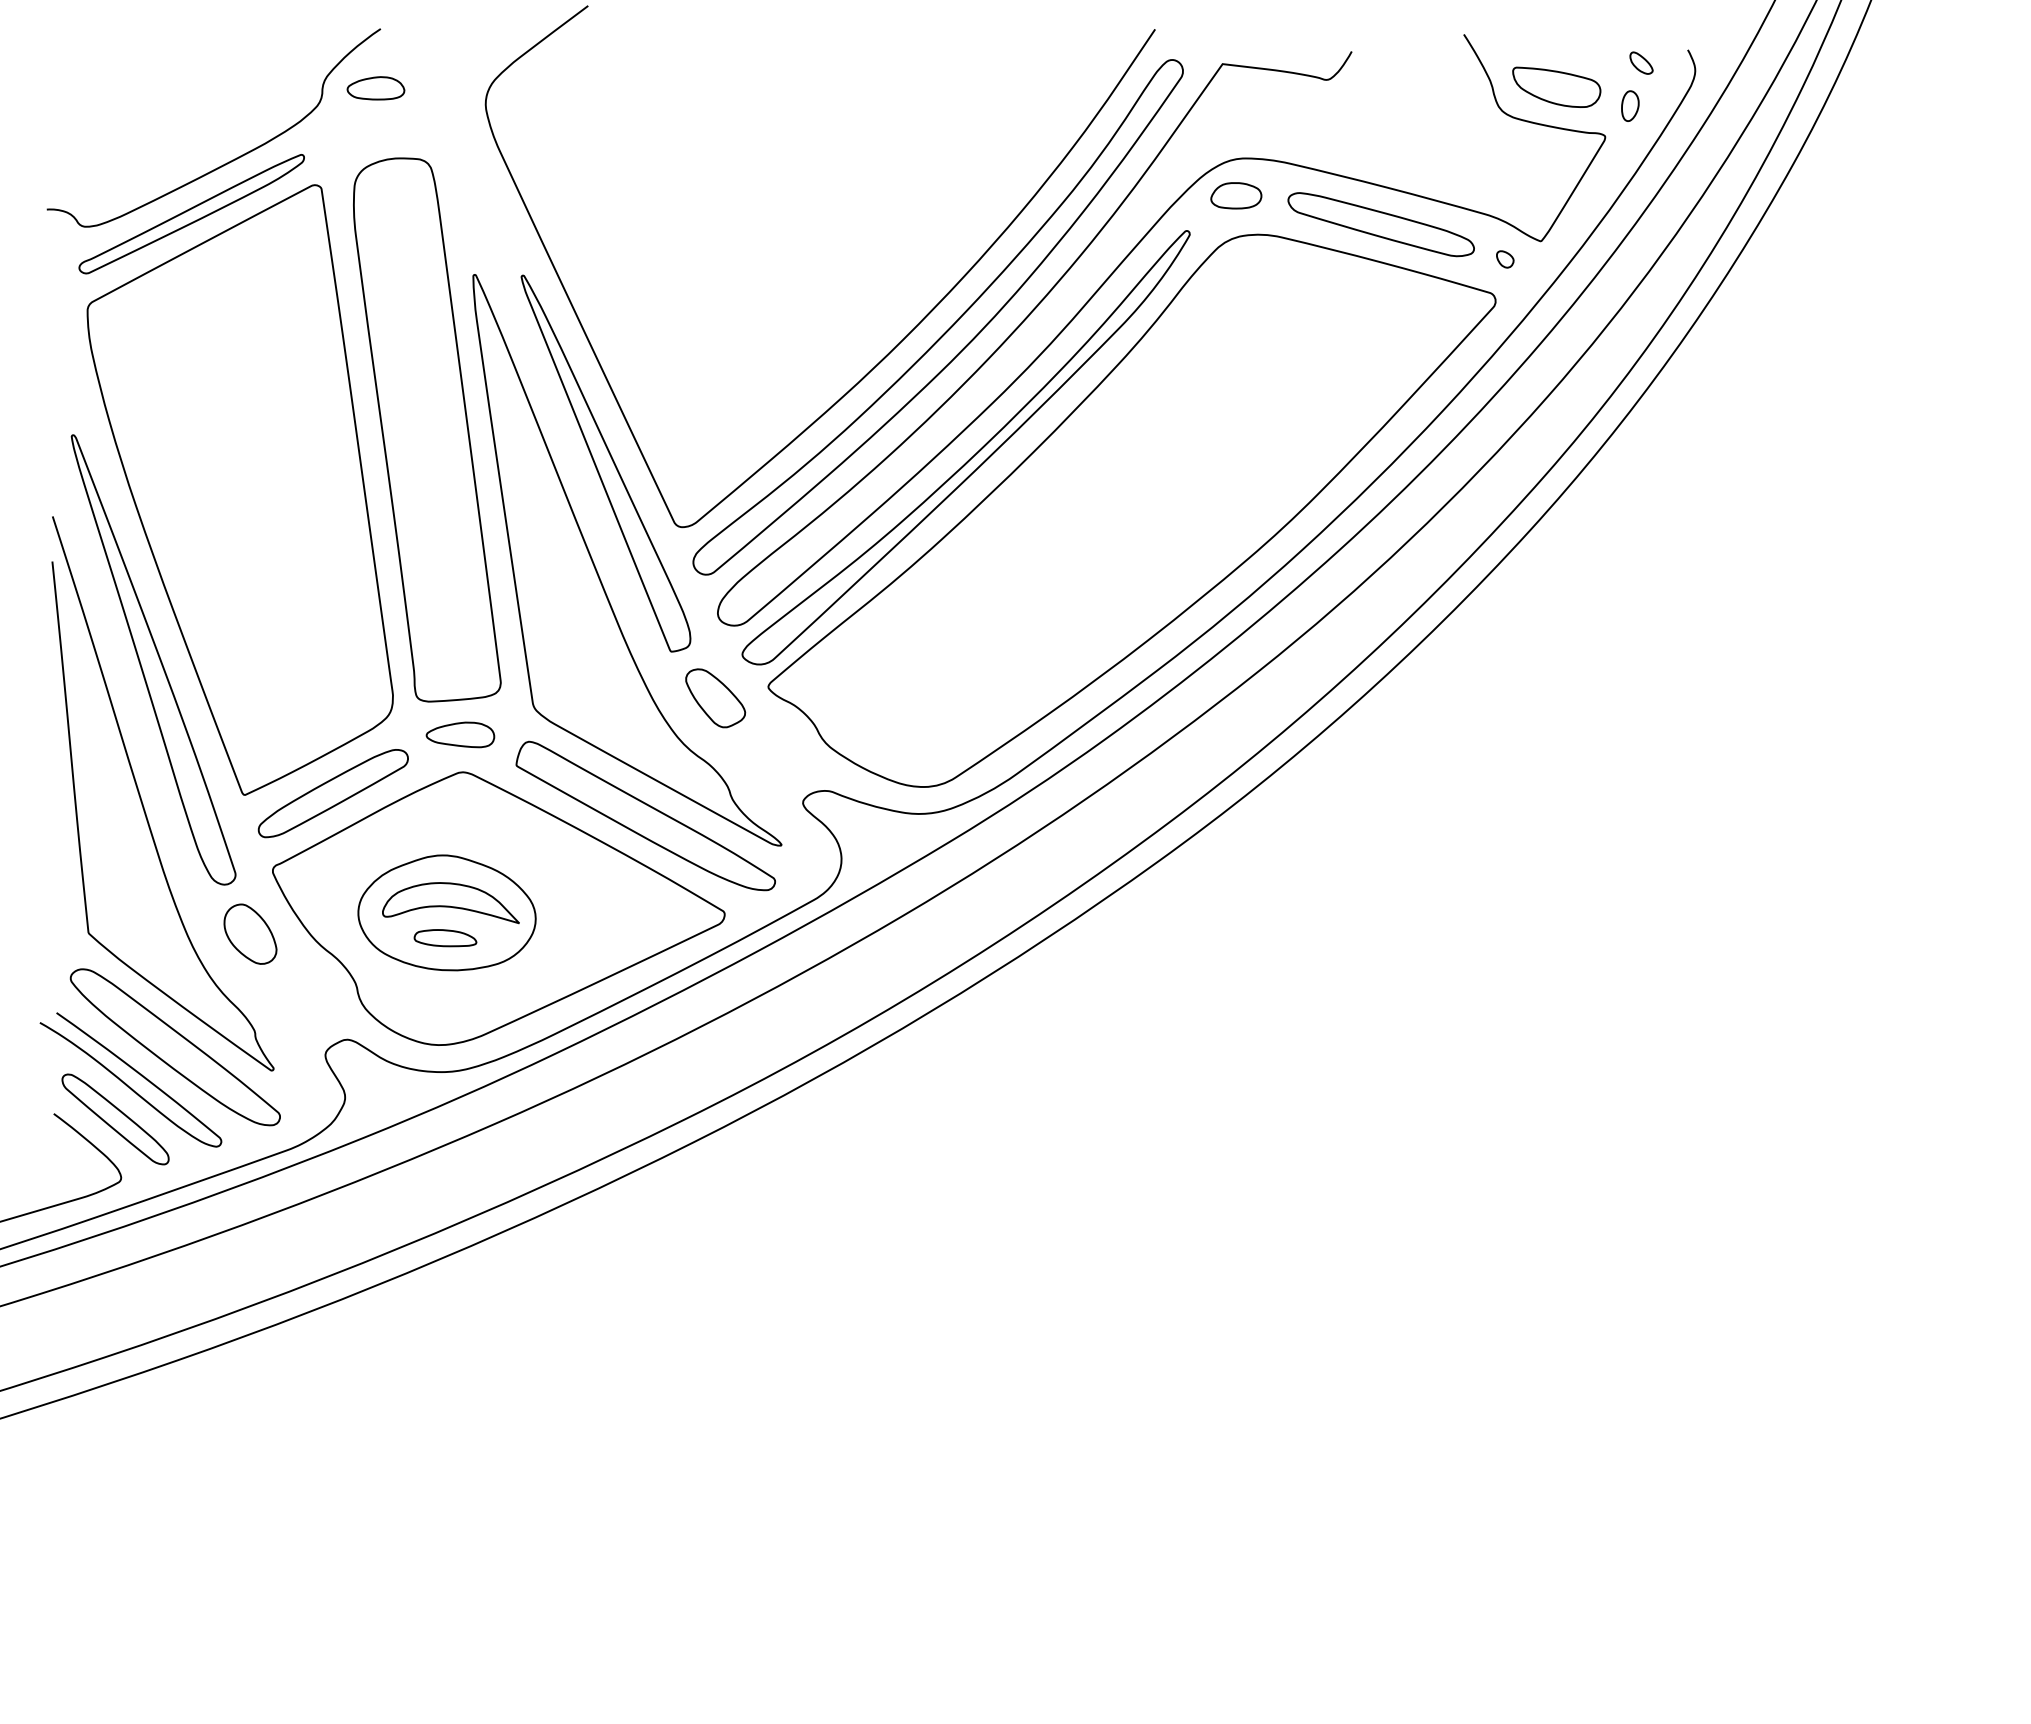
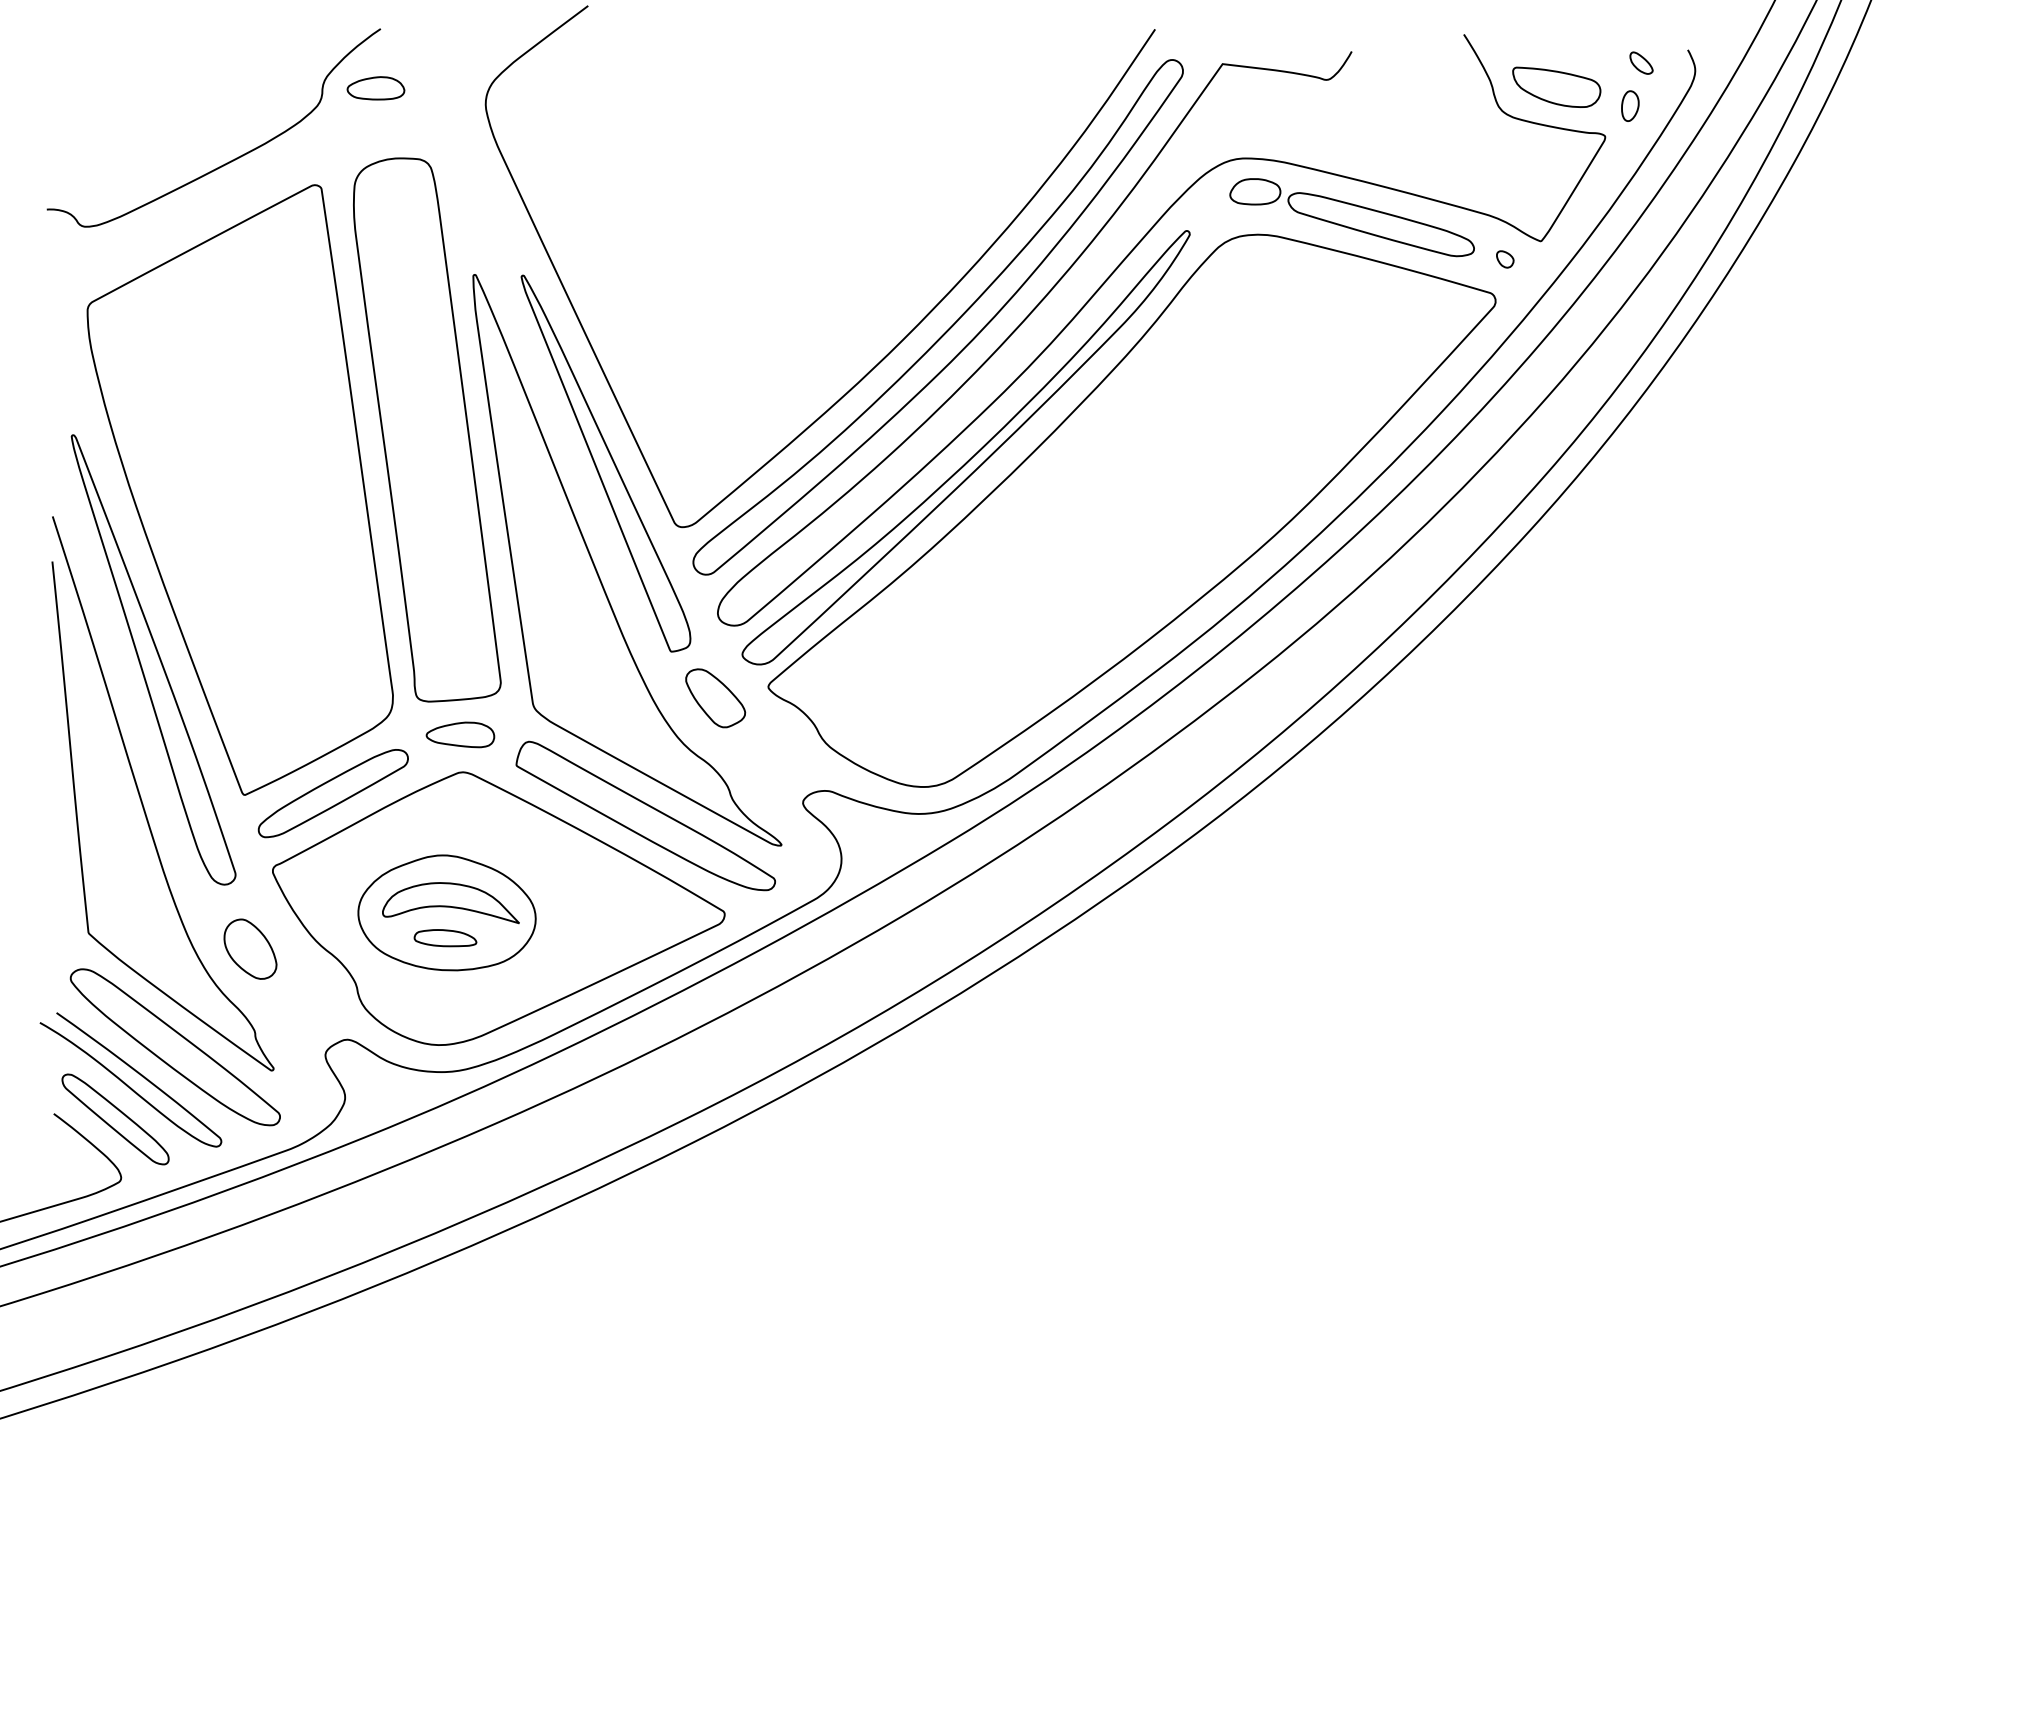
part at (1236, 195) position: (1236, 195) -> (1255, 191)
part at (191, 214): present -> none
part at (250, 933) position: (250, 933) -> (250, 948)
